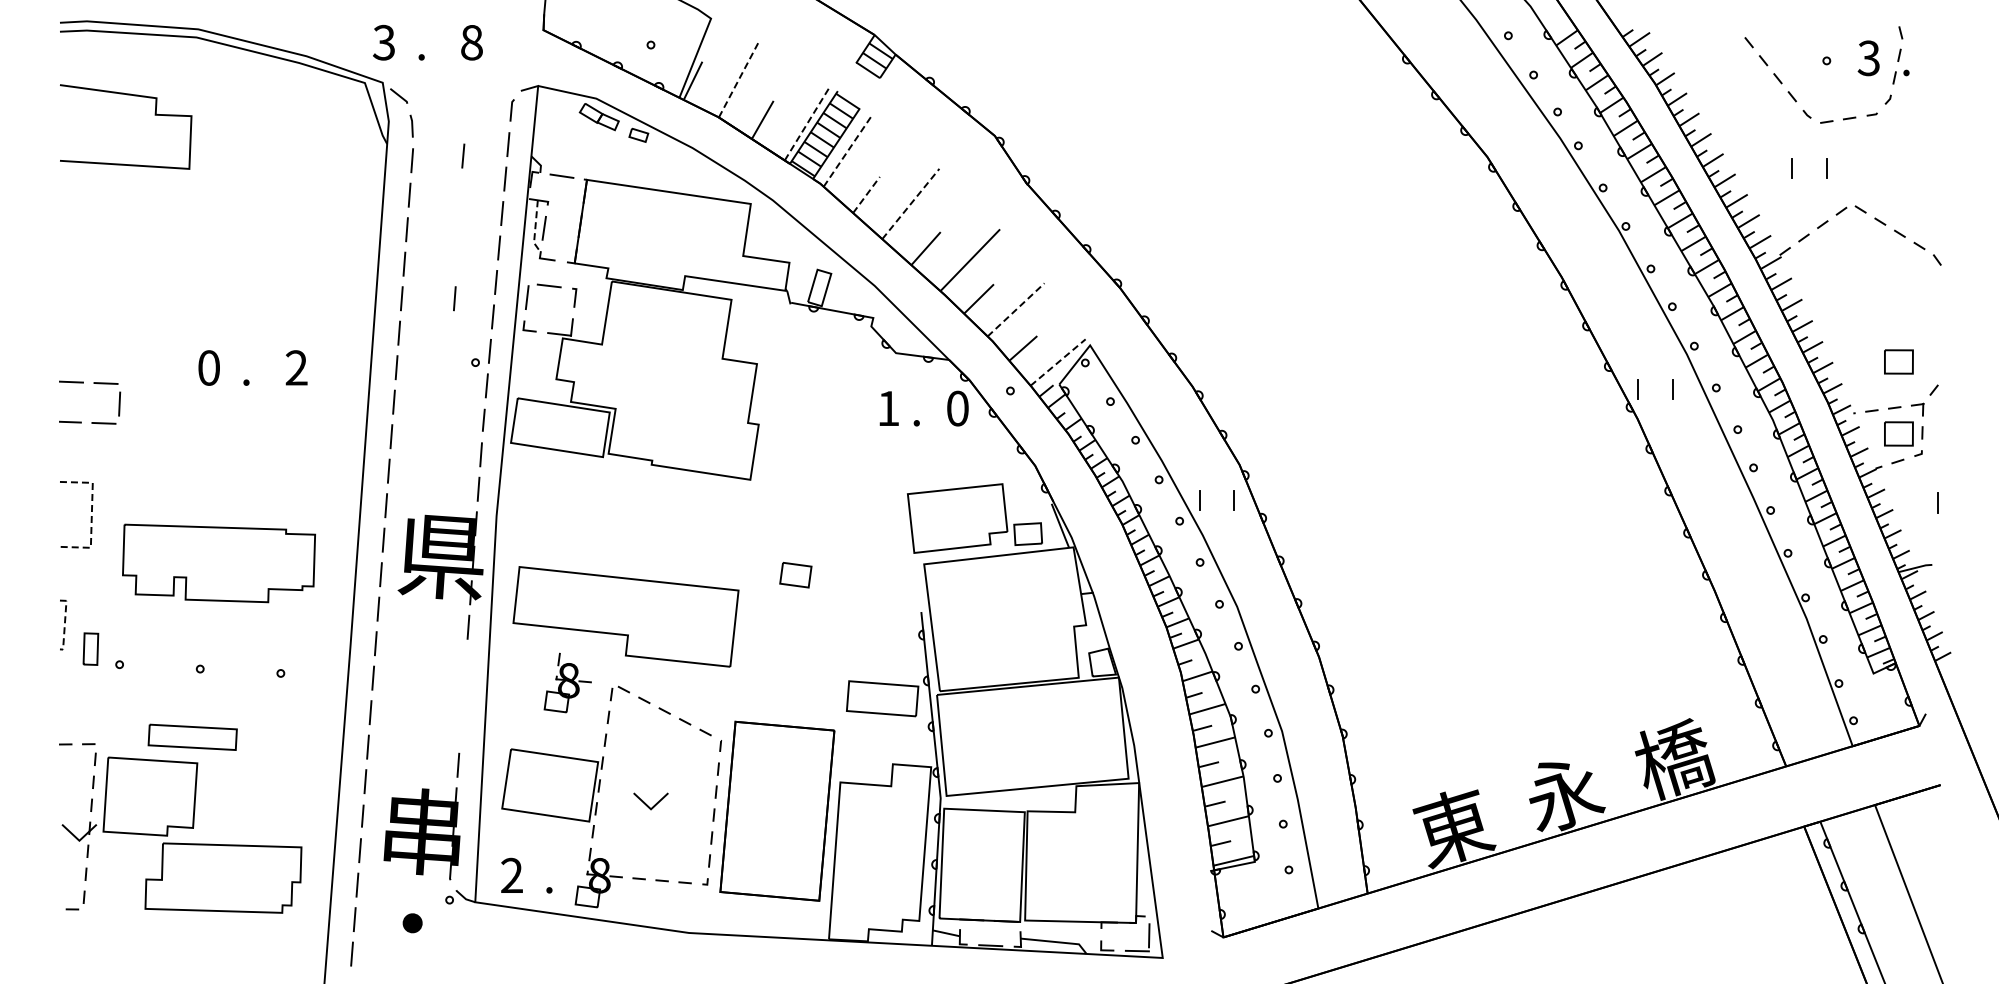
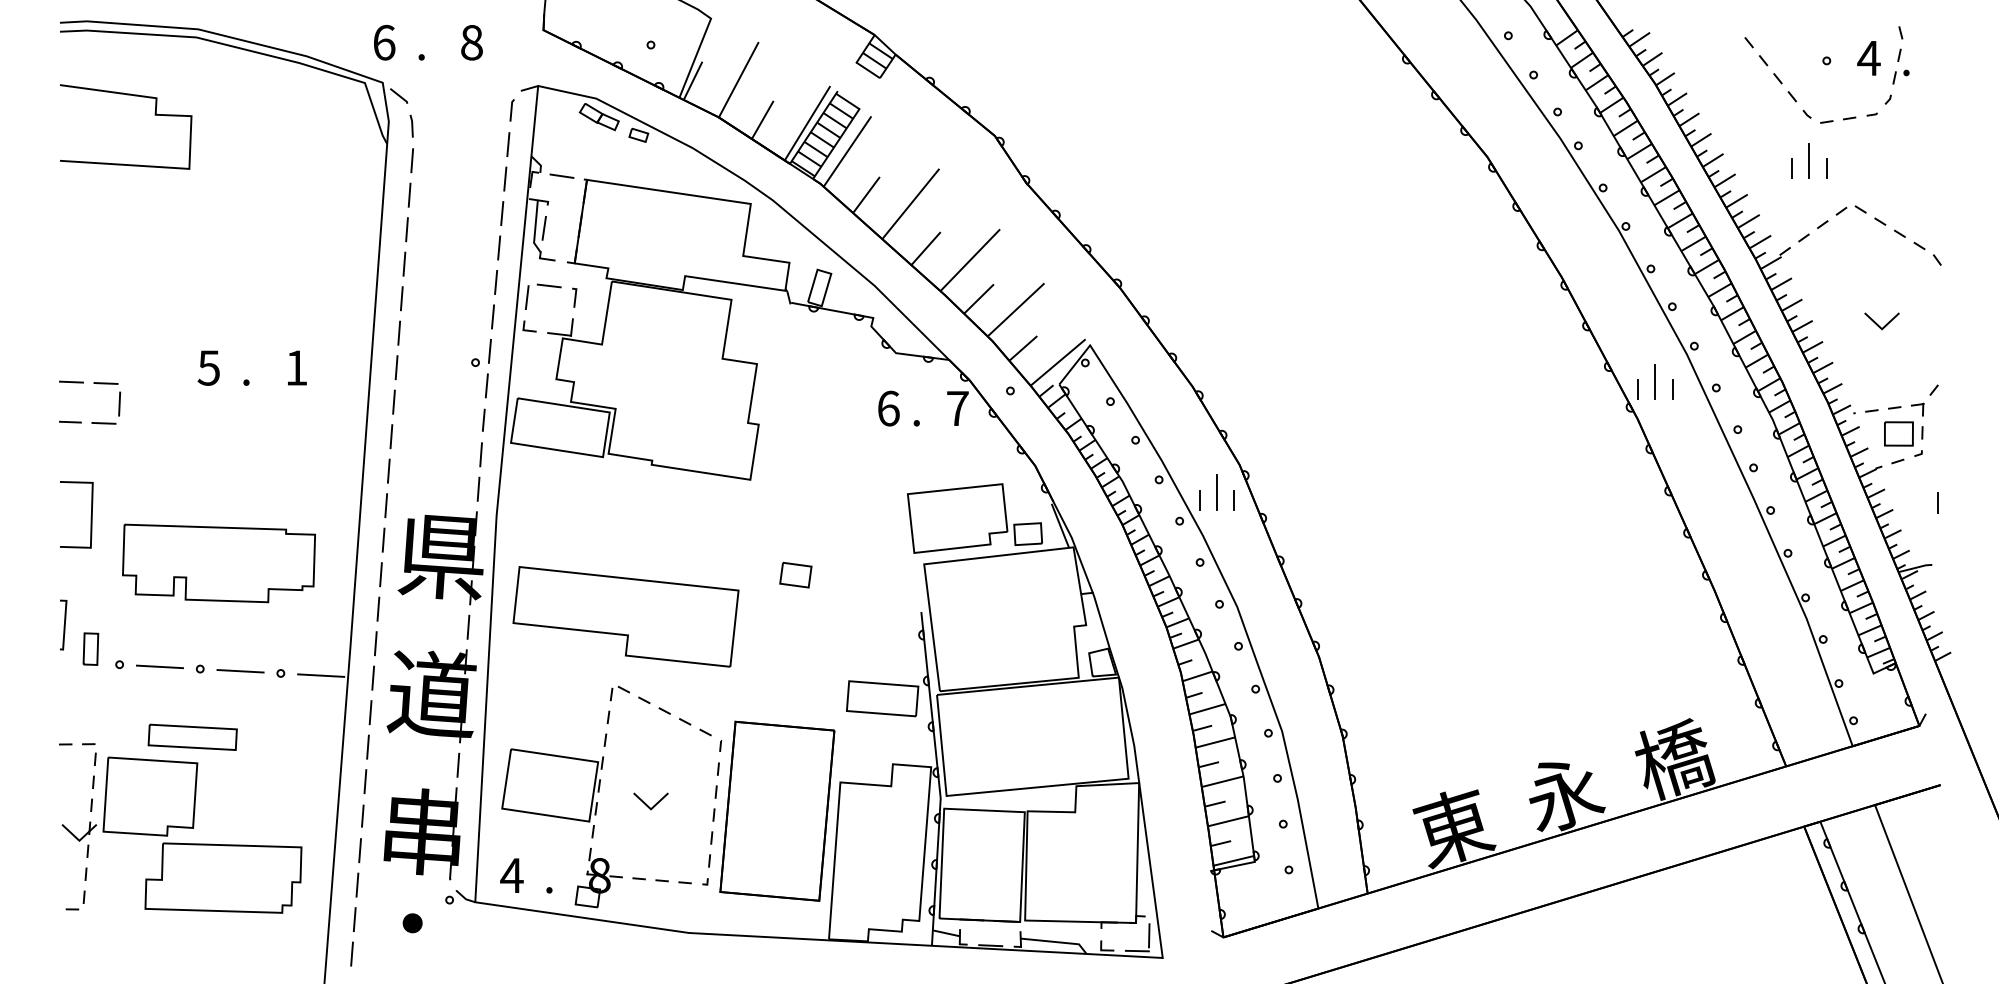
text at (384, 42): 3 -> 6
text at (1868, 58): 3 -> 4
line at (738, 79): dashed -> solid
line at (807, 123): dashed -> solid
line at (847, 151): dashed -> solid
line at (463, 155): present -> none
line at (1809, 160): none -> present
line at (866, 194): dashed -> solid
line at (911, 203): dashed -> solid
line at (535, 228): dashed -> solid
line at (454, 298): present -> none
line at (1016, 309): dashed -> solid
line at (1878, 324): none -> present
part at (1898, 361): present -> none
line at (1058, 362): dashed -> solid
text at (208, 367): 0 -> 5
text at (296, 367): 2 -> 1
line at (1655, 381): none -> present
text at (888, 408): 1 -> 6
text at (957, 408): 0 -> 7
line at (1216, 492): none -> present
line at (91, 514): dashed -> solid
line at (64, 623): dashed -> solid
line at (159, 666): none -> present
line at (240, 671): none -> present
line at (321, 675): none -> present
part at (567, 682): present -> none
part at (431, 696): none -> present
text at (511, 874): 2 -> 4
